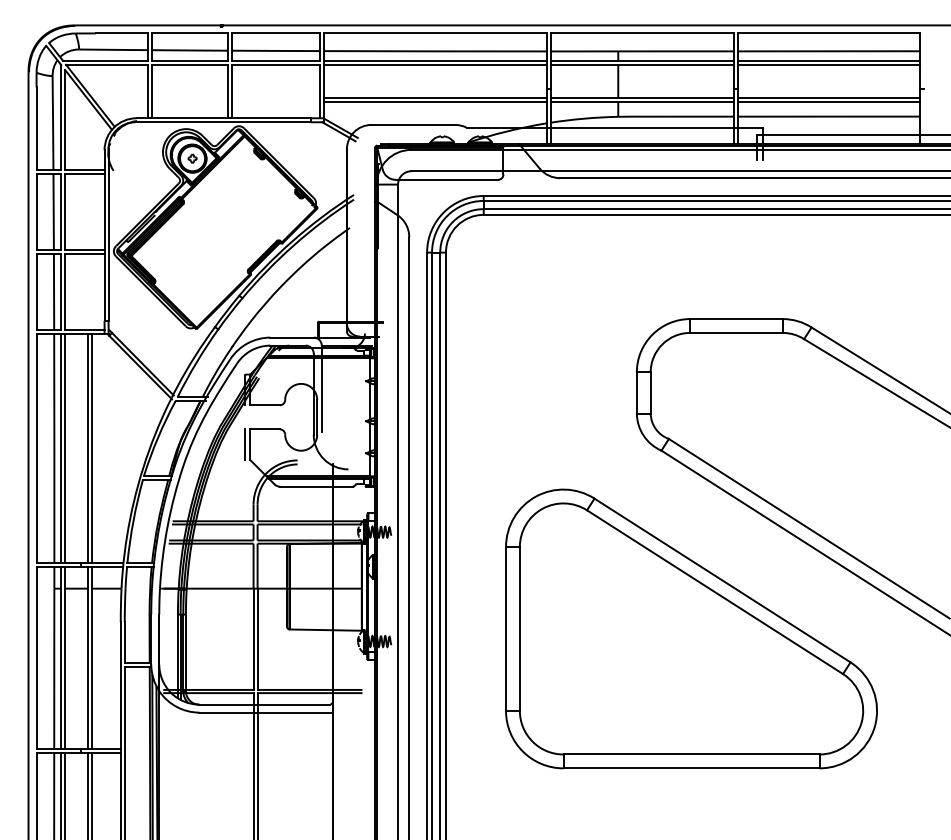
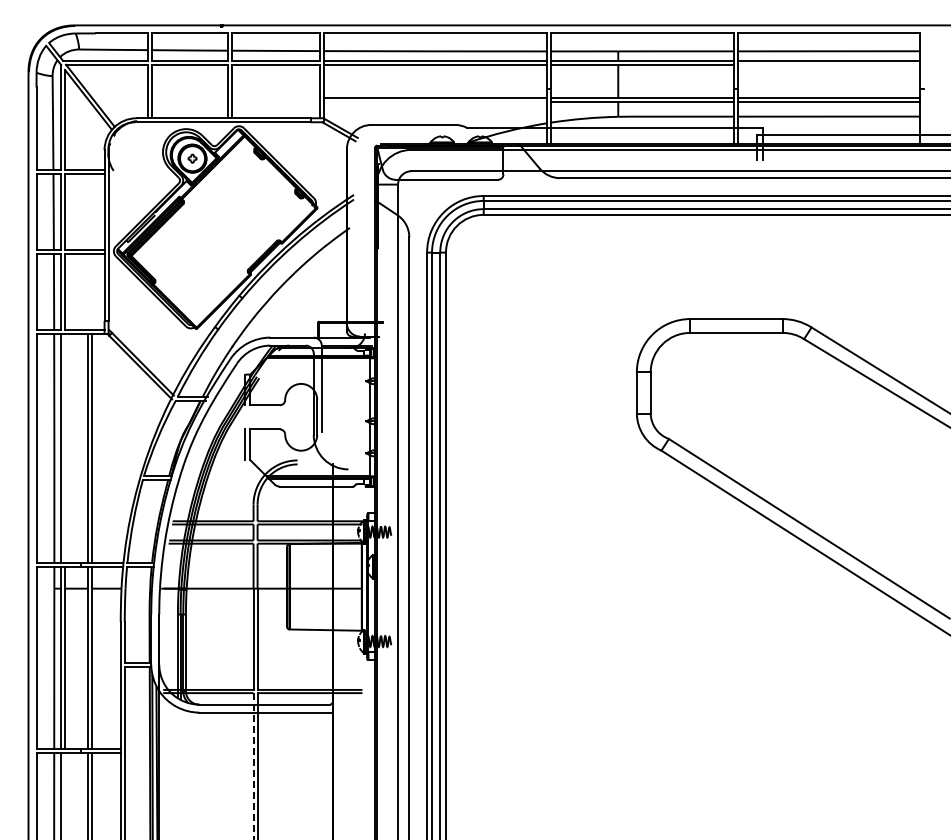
line at (828, 64): present -> none
line at (435, 102): present -> none
line at (65, 448): present -> none
part at (691, 628): present -> none
line at (253, 766): solid -> dashed
line at (65, 794): present -> none
